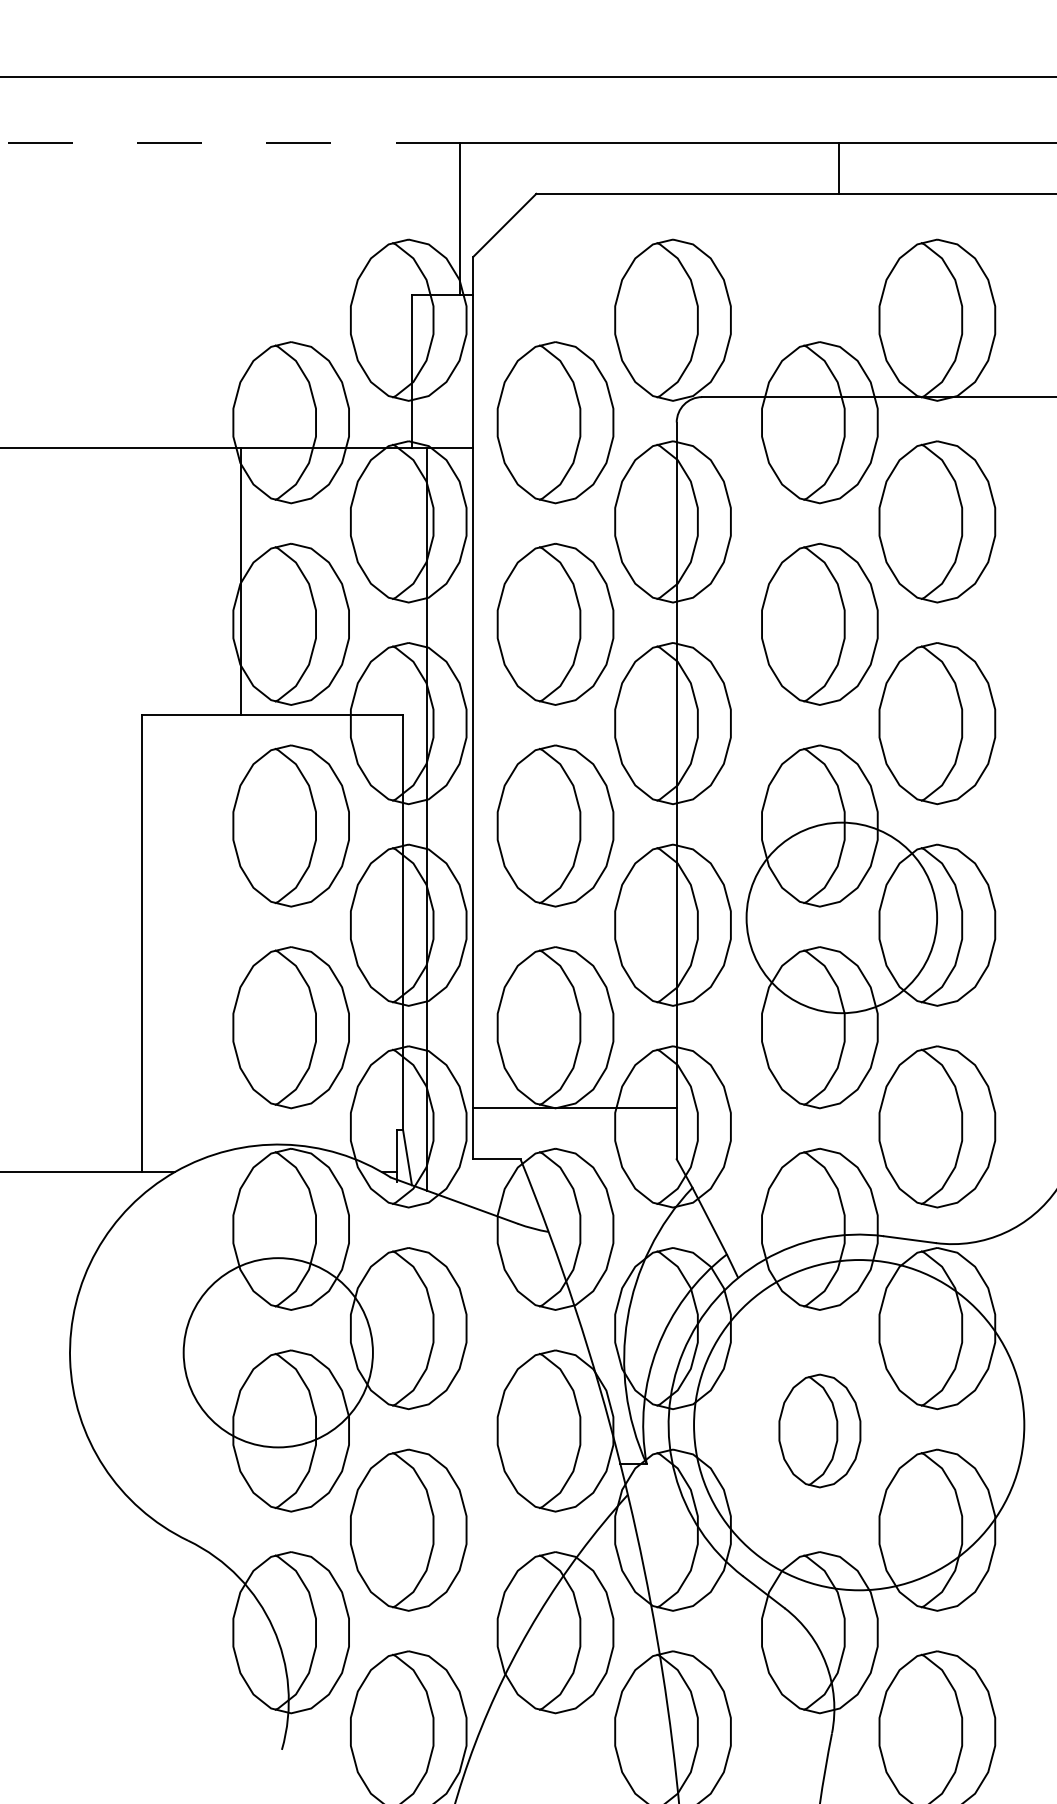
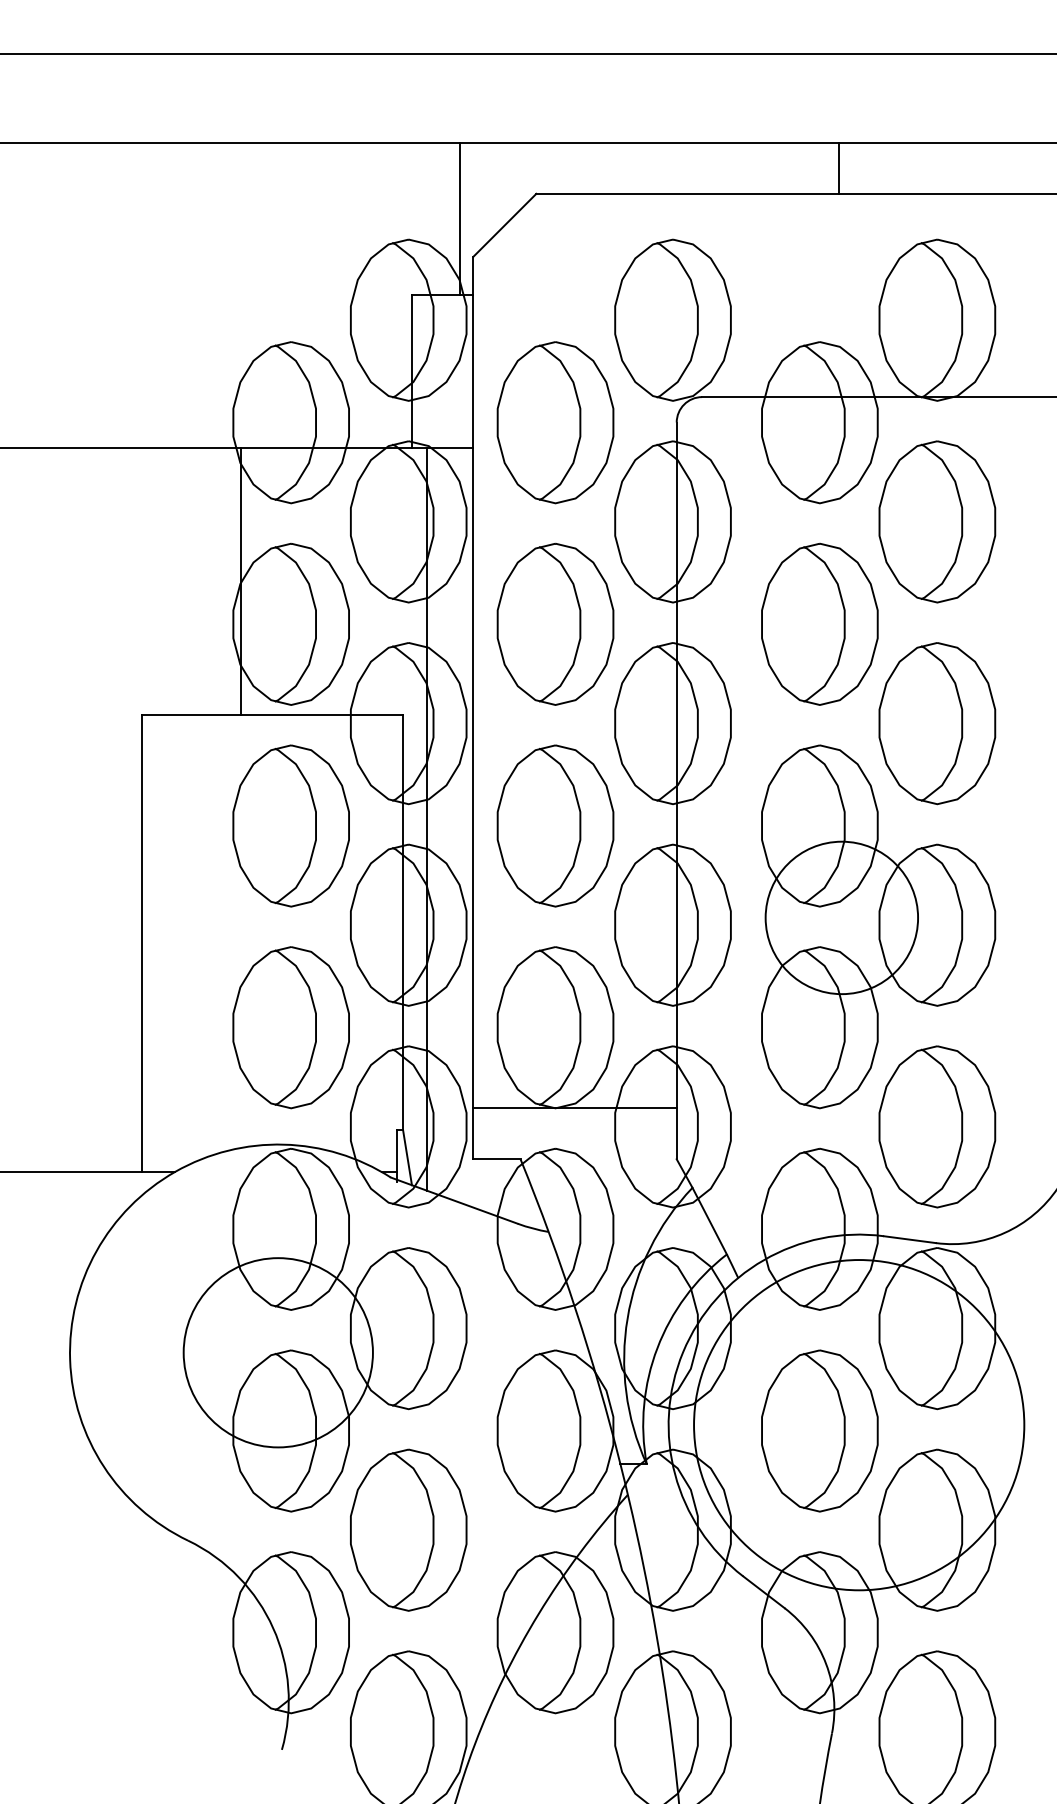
line at (527, 77) position: (527, 77) -> (527, 54)
line at (230, 143): dashed -> solid
circle at (841, 917) diameter: 191 px -> 152 px
part at (819, 1430) size: 84x116 px -> 118x164 px
